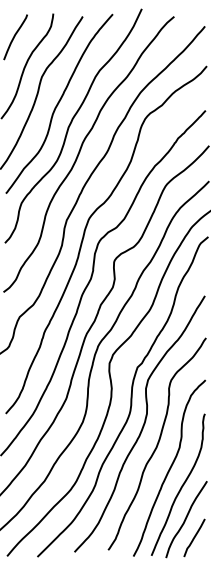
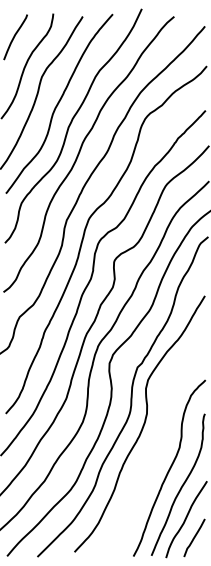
curve at (157, 443): present -> none
